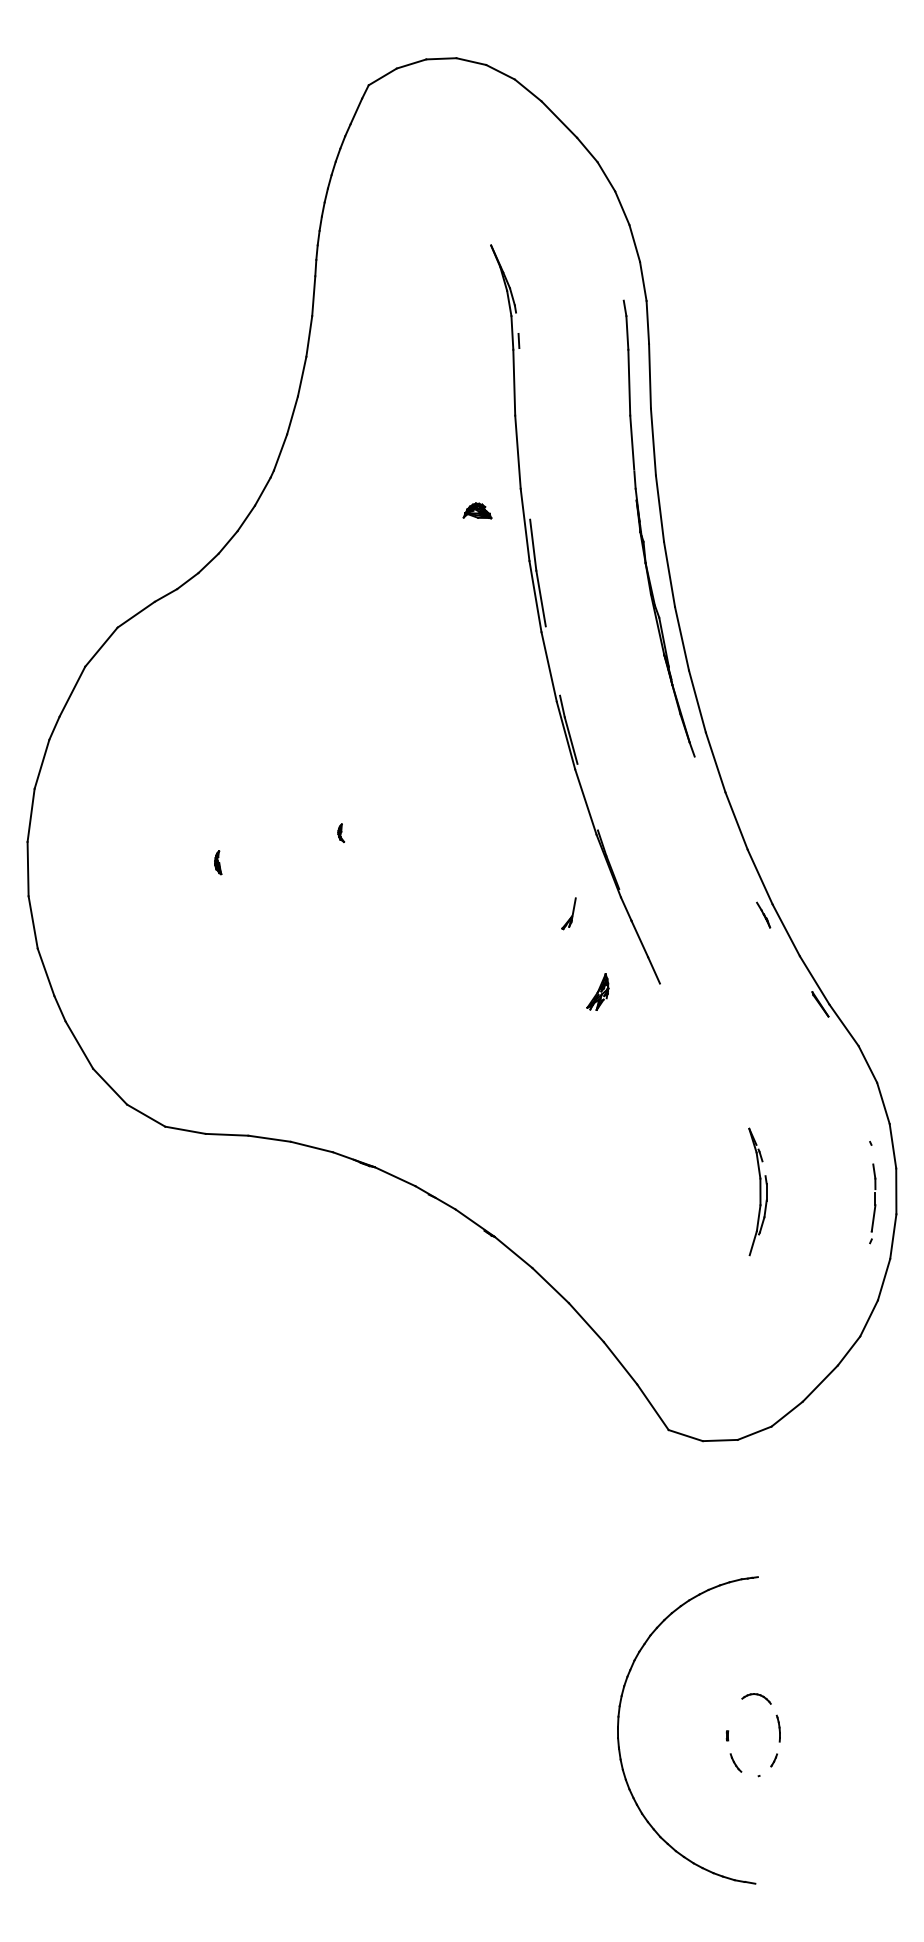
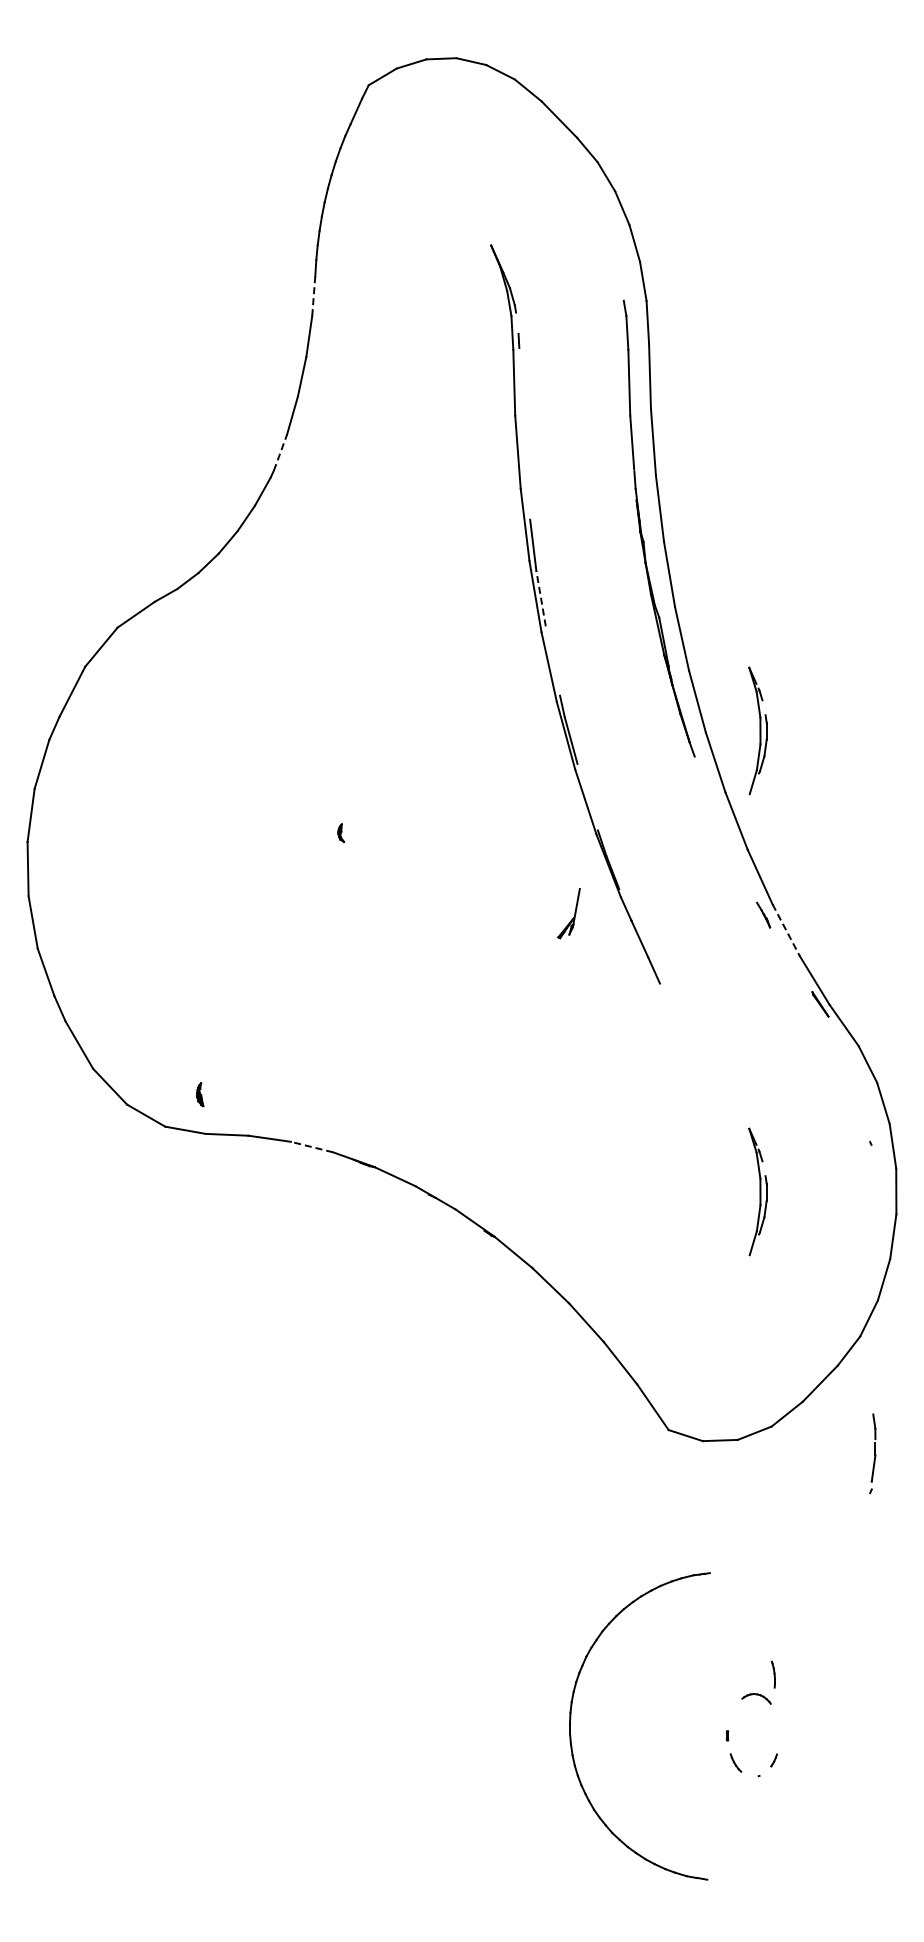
line at (313, 296): solid -> dashed
line at (280, 452): solid -> dashed
part at (477, 510): present -> none
line at (540, 598): solid -> dashed
part at (757, 730): none -> present
part at (218, 862) position: (218, 862) -> (200, 1094)
part at (568, 913) size: 16x34 px -> 24x52 px
line at (786, 930): solid -> dashed
part at (597, 991): present -> none
line at (311, 1147): solid -> dashed
part at (872, 1203) position: (872, 1203) -> (872, 1453)
part at (619, 1723) position: (619, 1723) -> (571, 1719)
part at (777, 1728) position: (777, 1728) -> (772, 1674)
